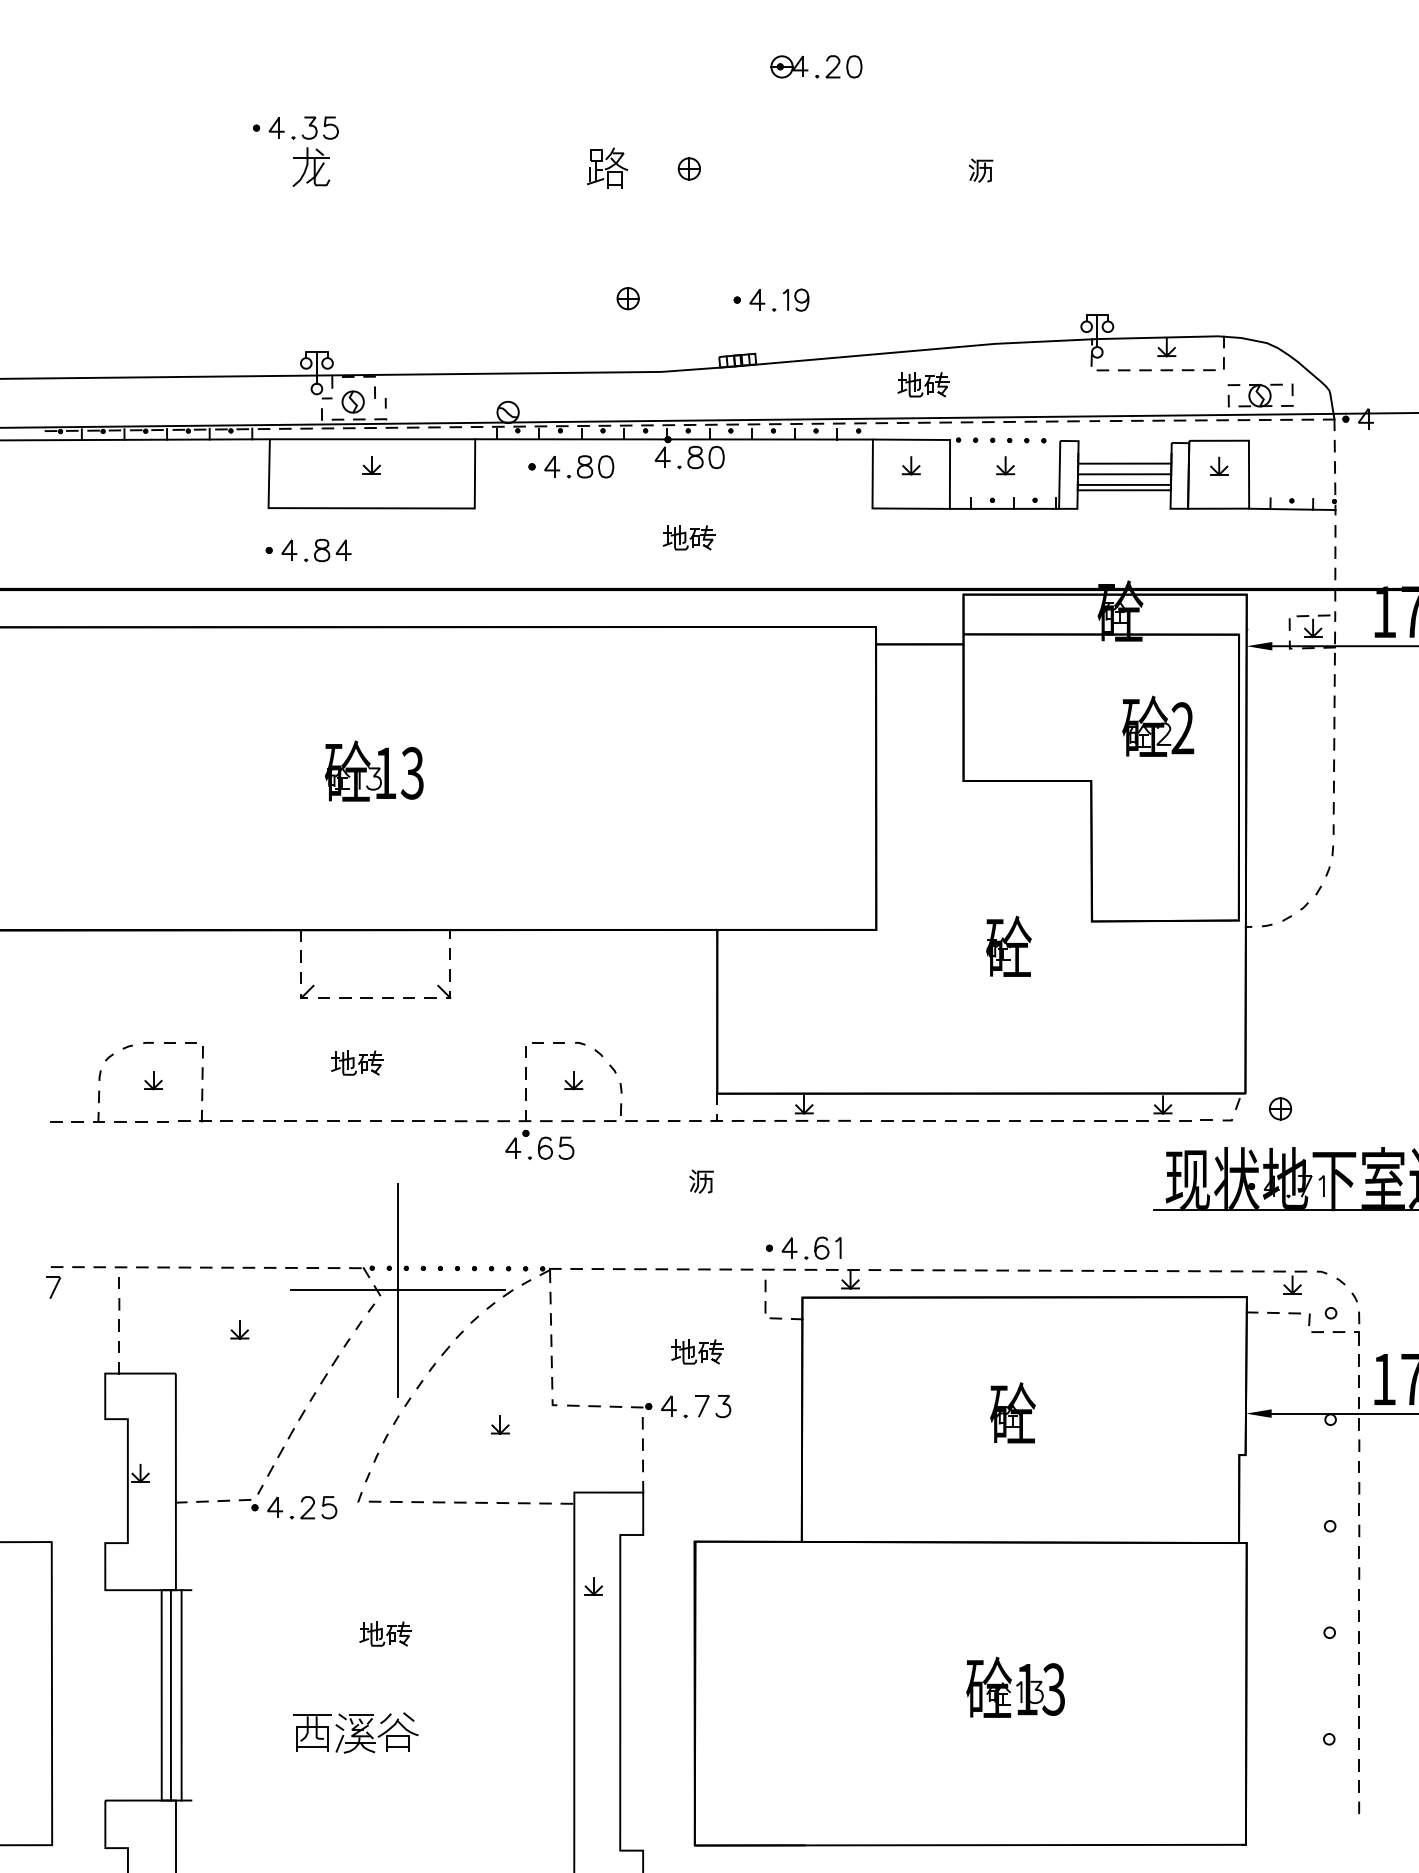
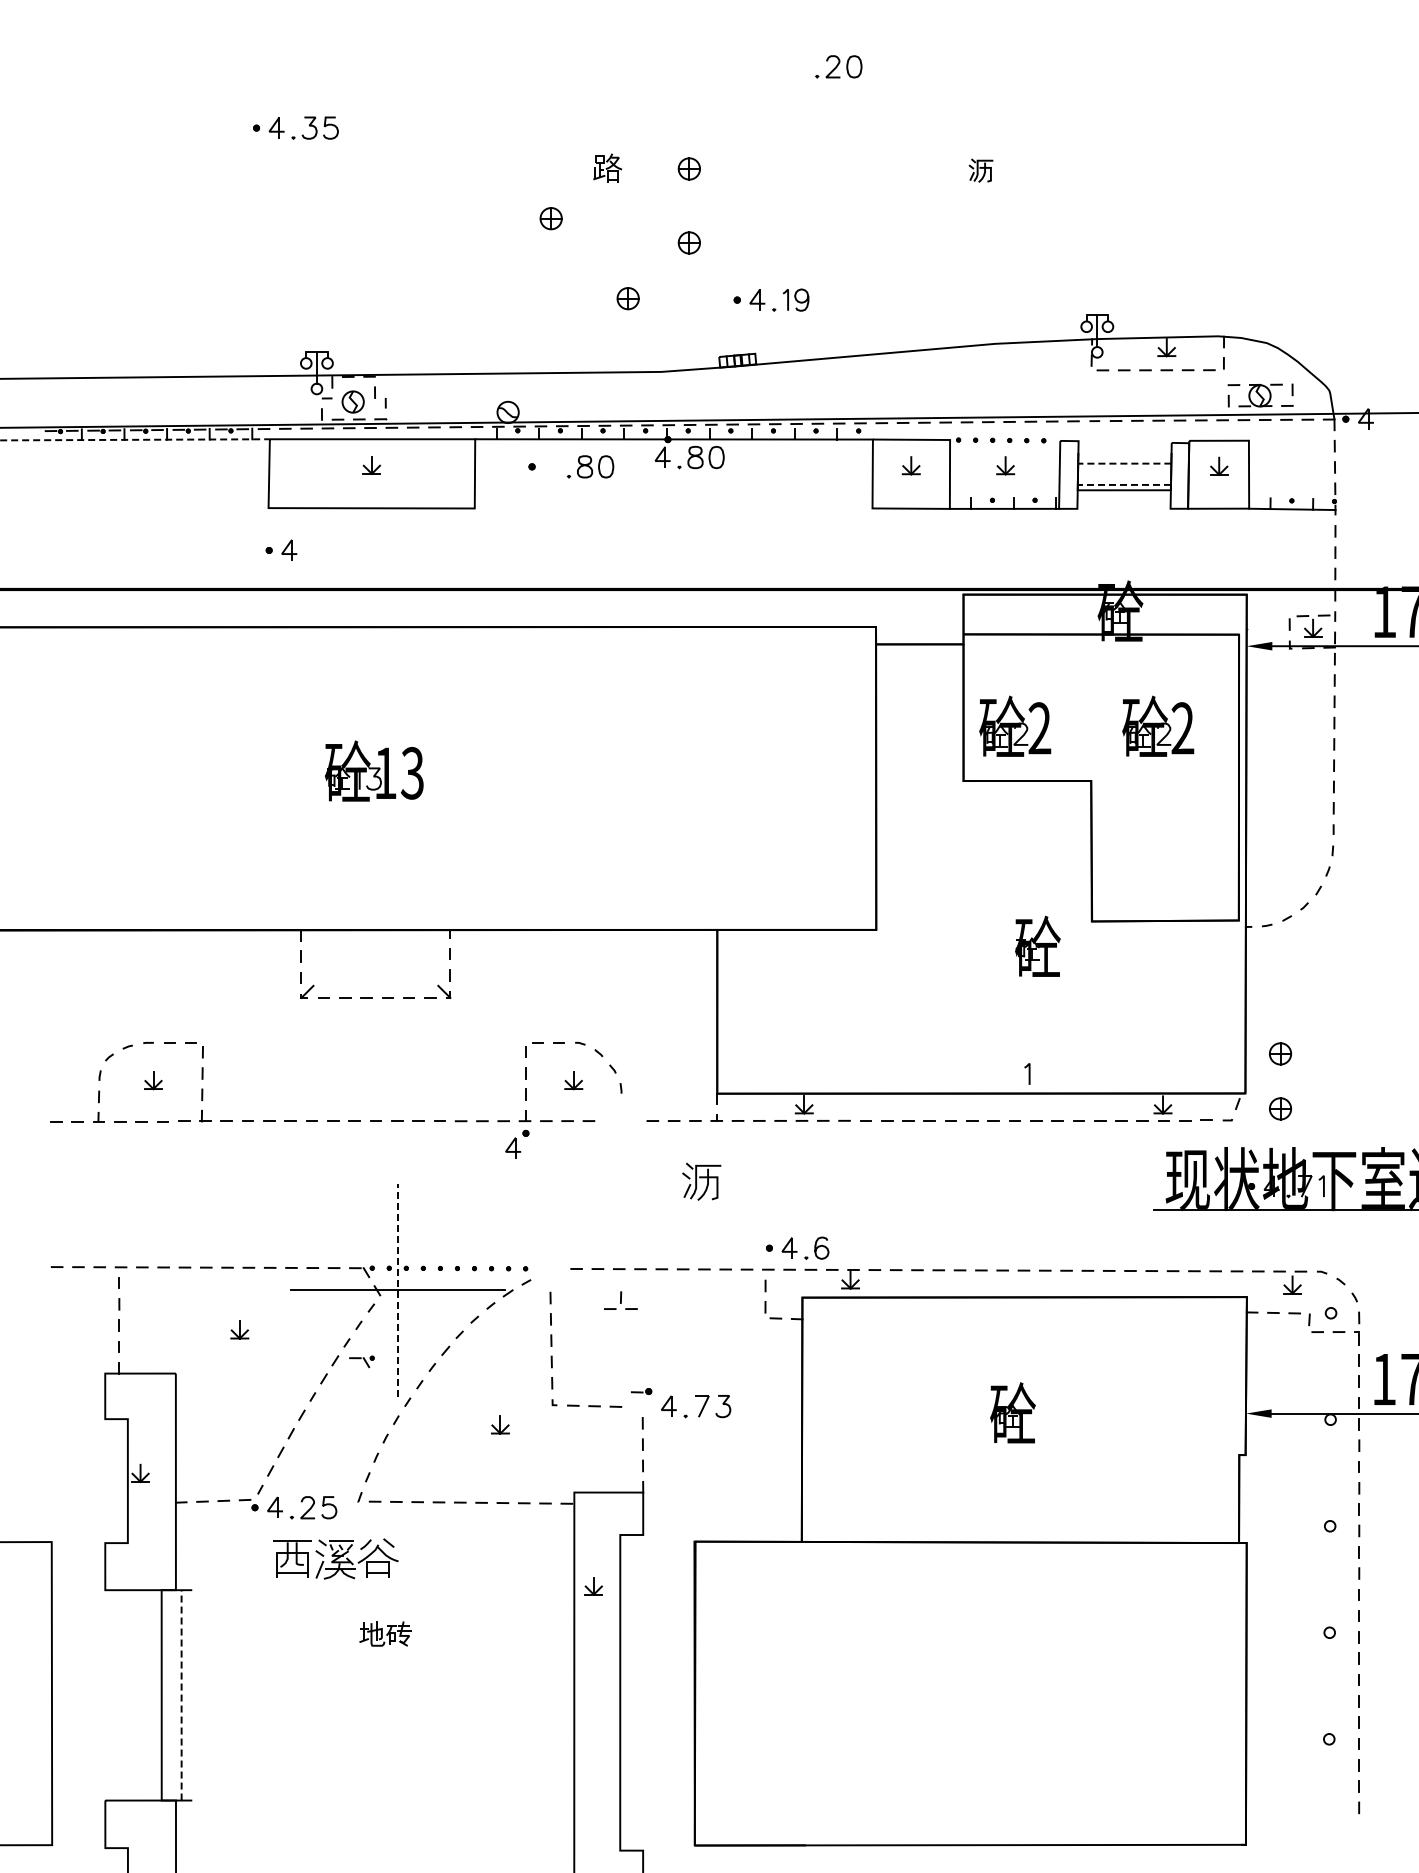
part at (789, 66): present -> none
part at (311, 166): present -> none
part at (607, 167) size: 42x42 px -> 29x30 px
part at (550, 218): none -> present
part at (688, 242): none -> present
part at (923, 384): present -> none
line at (135, 439): solid -> dashed
line at (1124, 463): solid -> dashed
part at (552, 466): present -> none
line at (1124, 474): present -> none
line at (1124, 484): solid -> dashed
part at (688, 537): present -> none
part at (327, 550): present -> none
part at (1015, 725): none -> present
part at (1008, 945) position: (1008, 945) -> (1037, 945)
part at (1280, 1053): none -> present
part at (357, 1062): present -> none
part at (620, 1112) position: (620, 1112) -> (620, 1300)
part at (551, 1147): present -> none
part at (701, 1181) size: 25x25 px -> 40x38 px
line at (839, 1247) position: (839, 1247) -> (1028, 1073)
part at (550, 1274): present -> none
part at (53, 1287): present -> none
line at (397, 1290): solid -> dashed
part at (697, 1351): present -> none
part at (361, 1361): none -> present
part at (641, 1406) position: (641, 1406) -> (641, 1391)
part at (1015, 1686): present -> none
line at (181, 1694): solid -> dashed
line at (170, 1695): present -> none
part at (355, 1732) position: (355, 1732) -> (335, 1558)
